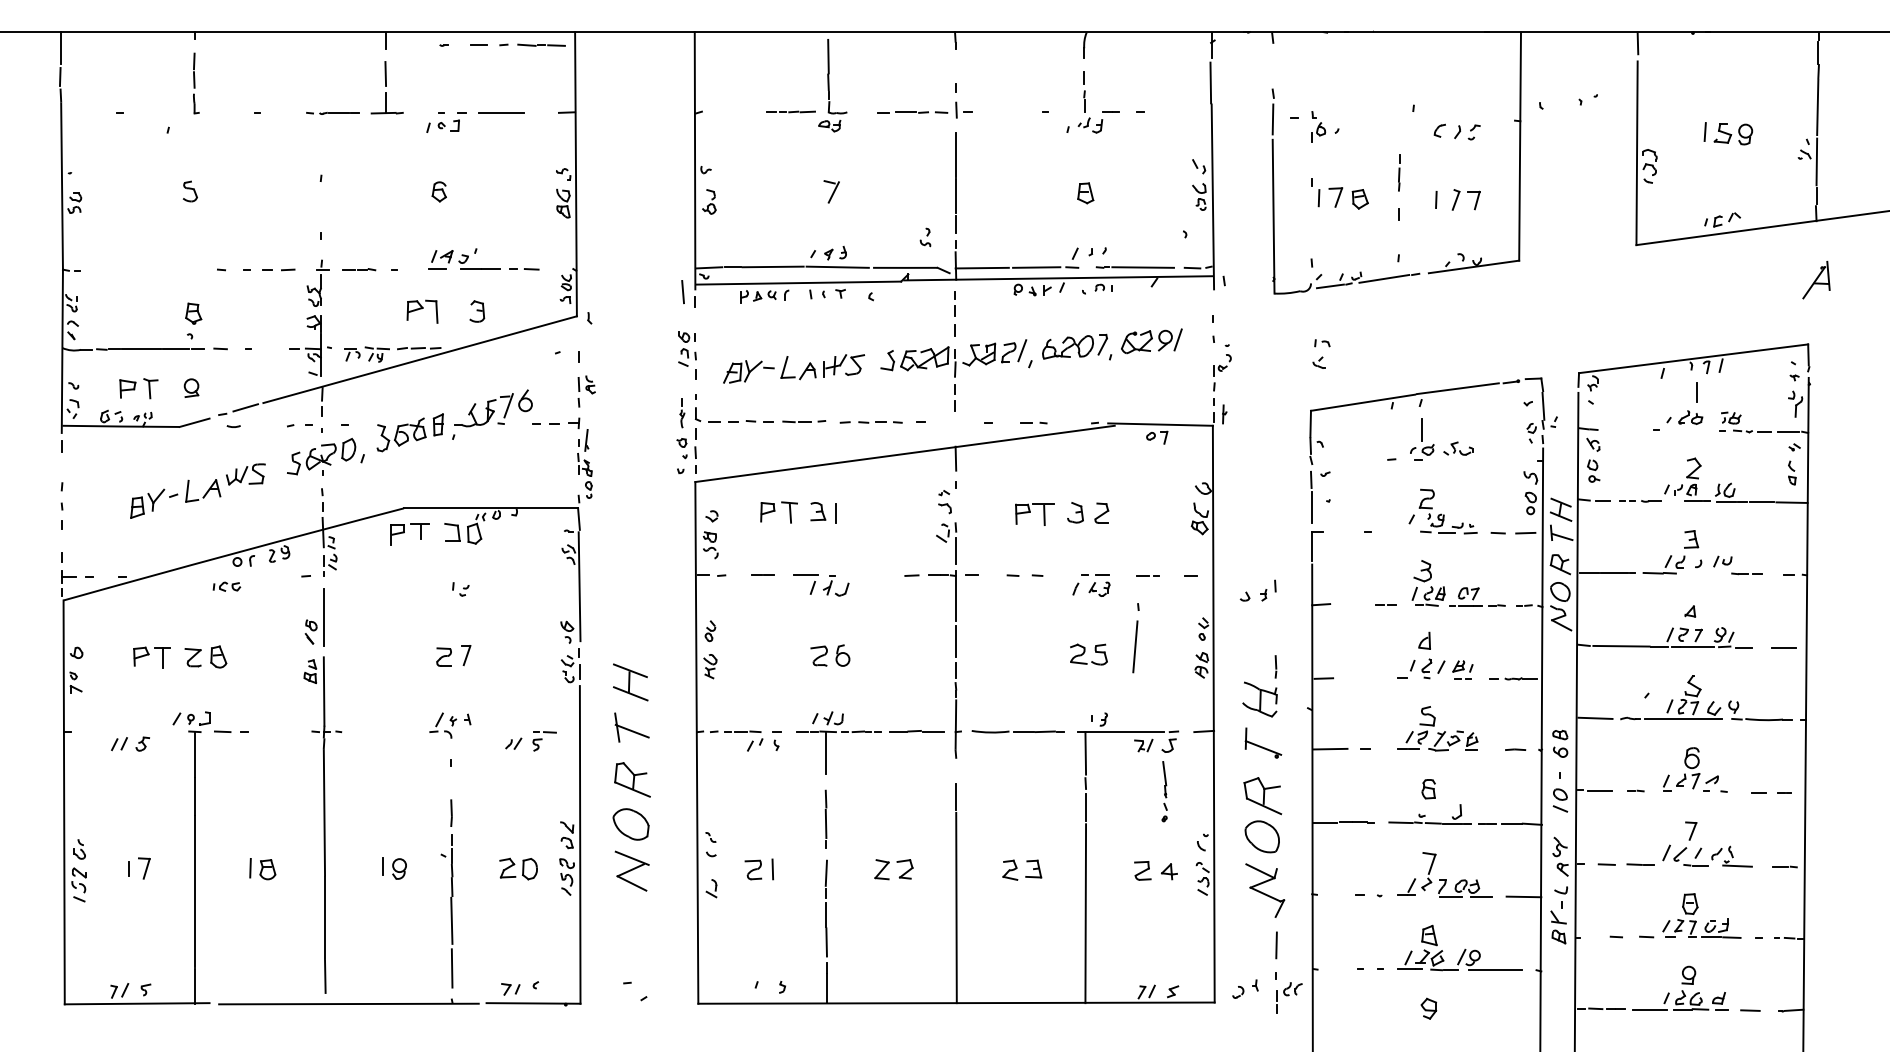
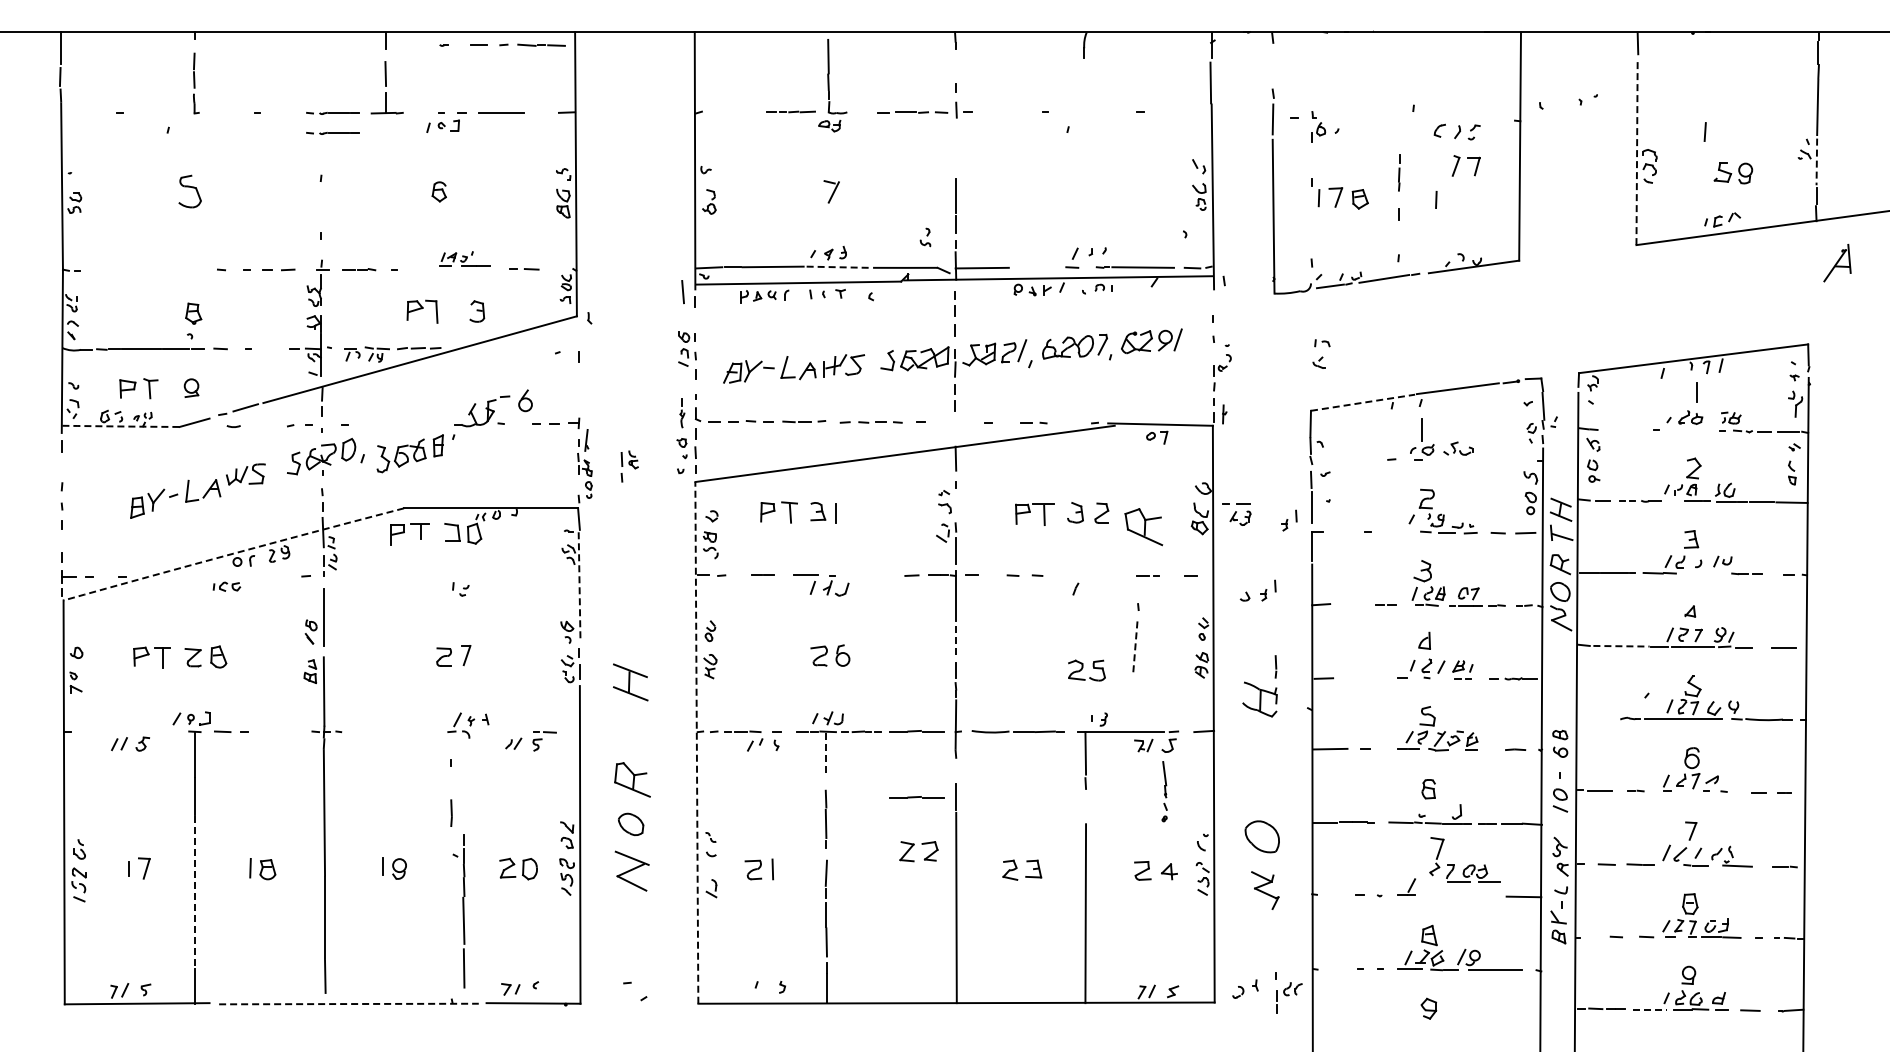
part at (1102, 111): present -> none
line at (332, 133): none -> present
part at (1733, 134) position: (1733, 134) -> (1733, 173)
line at (1637, 153): solid -> dashed
line at (955, 154): present -> none
line at (1816, 162): solid -> dashed
part at (190, 191) size: 15x23 px -> 24x35 px
part at (1467, 192) position: (1467, 192) -> (1467, 158)
part at (1085, 193): present -> none
part at (464, 258) size: 73x22 px -> 52x16 px
line at (838, 267): solid -> dashed
line at (1036, 267): present -> none
part at (1816, 280) position: (1816, 280) -> (1837, 263)
part at (586, 391) position: (586, 391) -> (629, 466)
line at (1363, 402): solid -> dashed
line at (508, 405): present -> none
arc at (121, 426): solid -> dashed
part at (409, 432) position: (409, 432) -> (409, 453)
part at (1289, 520): none -> present
arc at (233, 553): solid -> dashed
part at (1095, 585) position: (1095, 585) -> (1236, 514)
line at (579, 587): solid -> dashed
line at (955, 641): solid -> dashed
line at (1135, 646): solid -> dashed
line at (1622, 646): solid -> dashed
part at (1088, 654) position: (1088, 654) -> (1086, 670)
line at (1595, 717): present -> none
part at (450, 725) position: (450, 725) -> (468, 725)
part at (631, 727): present -> none
line at (696, 742): solid -> dashed
part at (1263, 742): present -> none
line at (825, 753): solid -> dashed
part at (1262, 796) position: (1262, 796) -> (1143, 527)
line at (916, 797): none -> present
line at (1086, 807): present -> none
part at (630, 824) size: 38x33 px -> 28x25 px
part at (888, 864) position: (888, 864) -> (913, 846)
part at (1461, 879) position: (1461, 879) -> (1469, 864)
part at (1265, 890) size: 41x55 px -> 29x39 px
line at (194, 892): solid -> dashed
part at (446, 911) position: (446, 911) -> (458, 911)
line at (1276, 945): present -> none
line at (348, 1004): solid -> dashed
line at (1650, 1009): solid -> dashed
